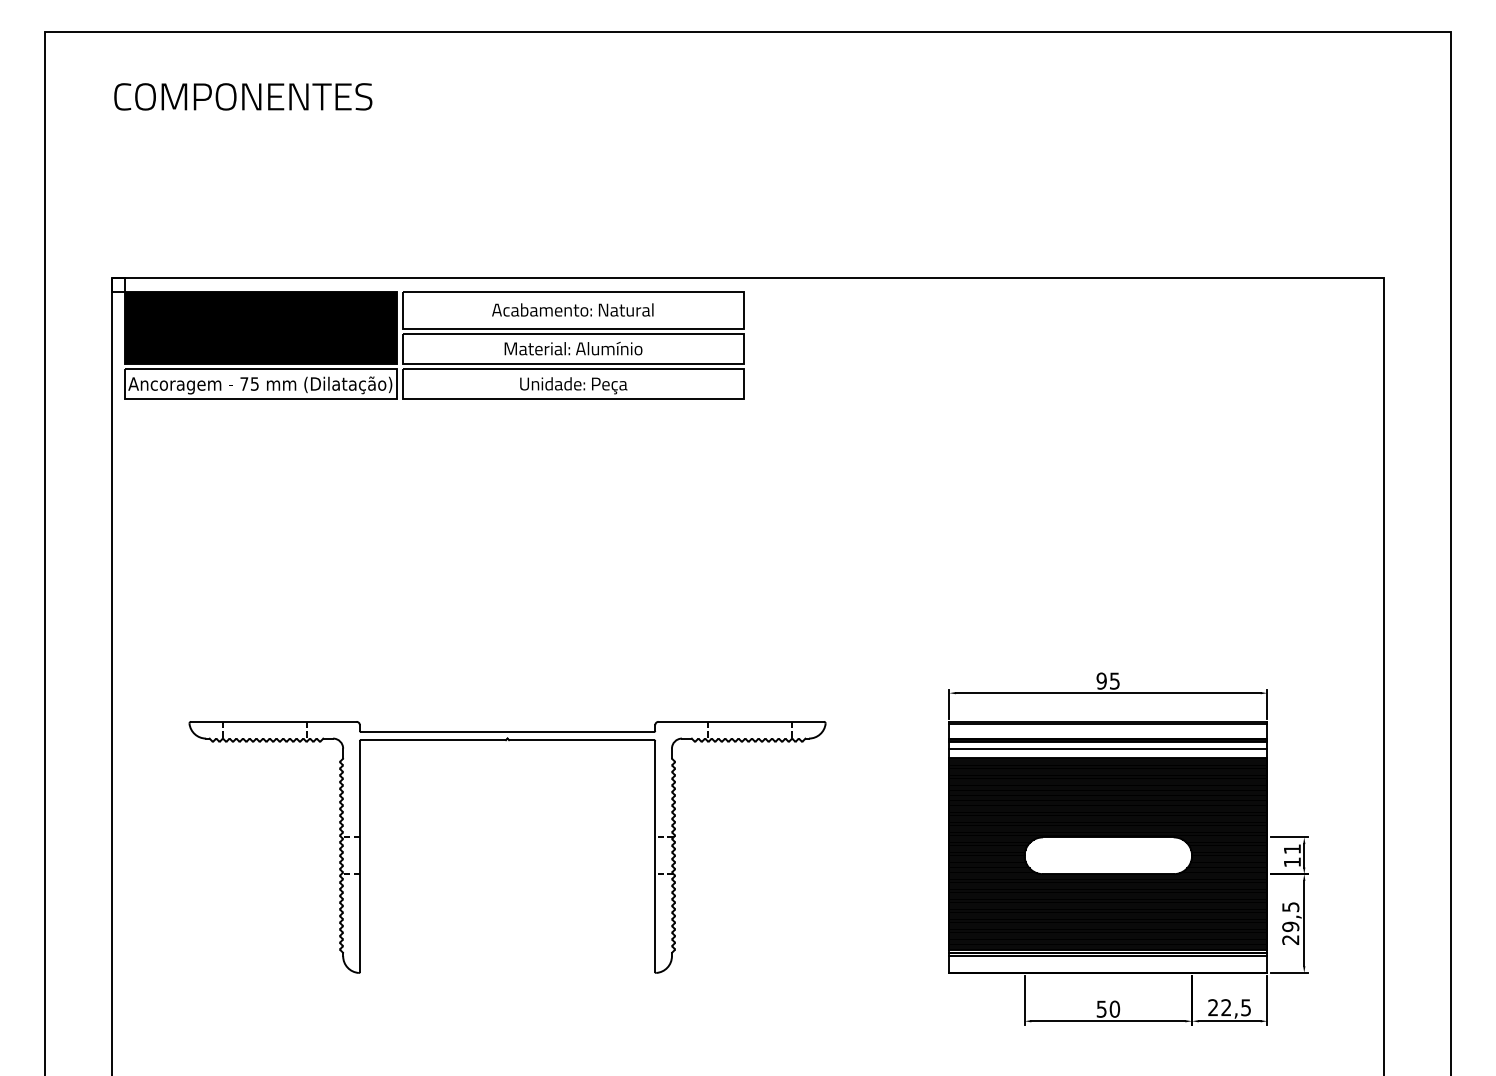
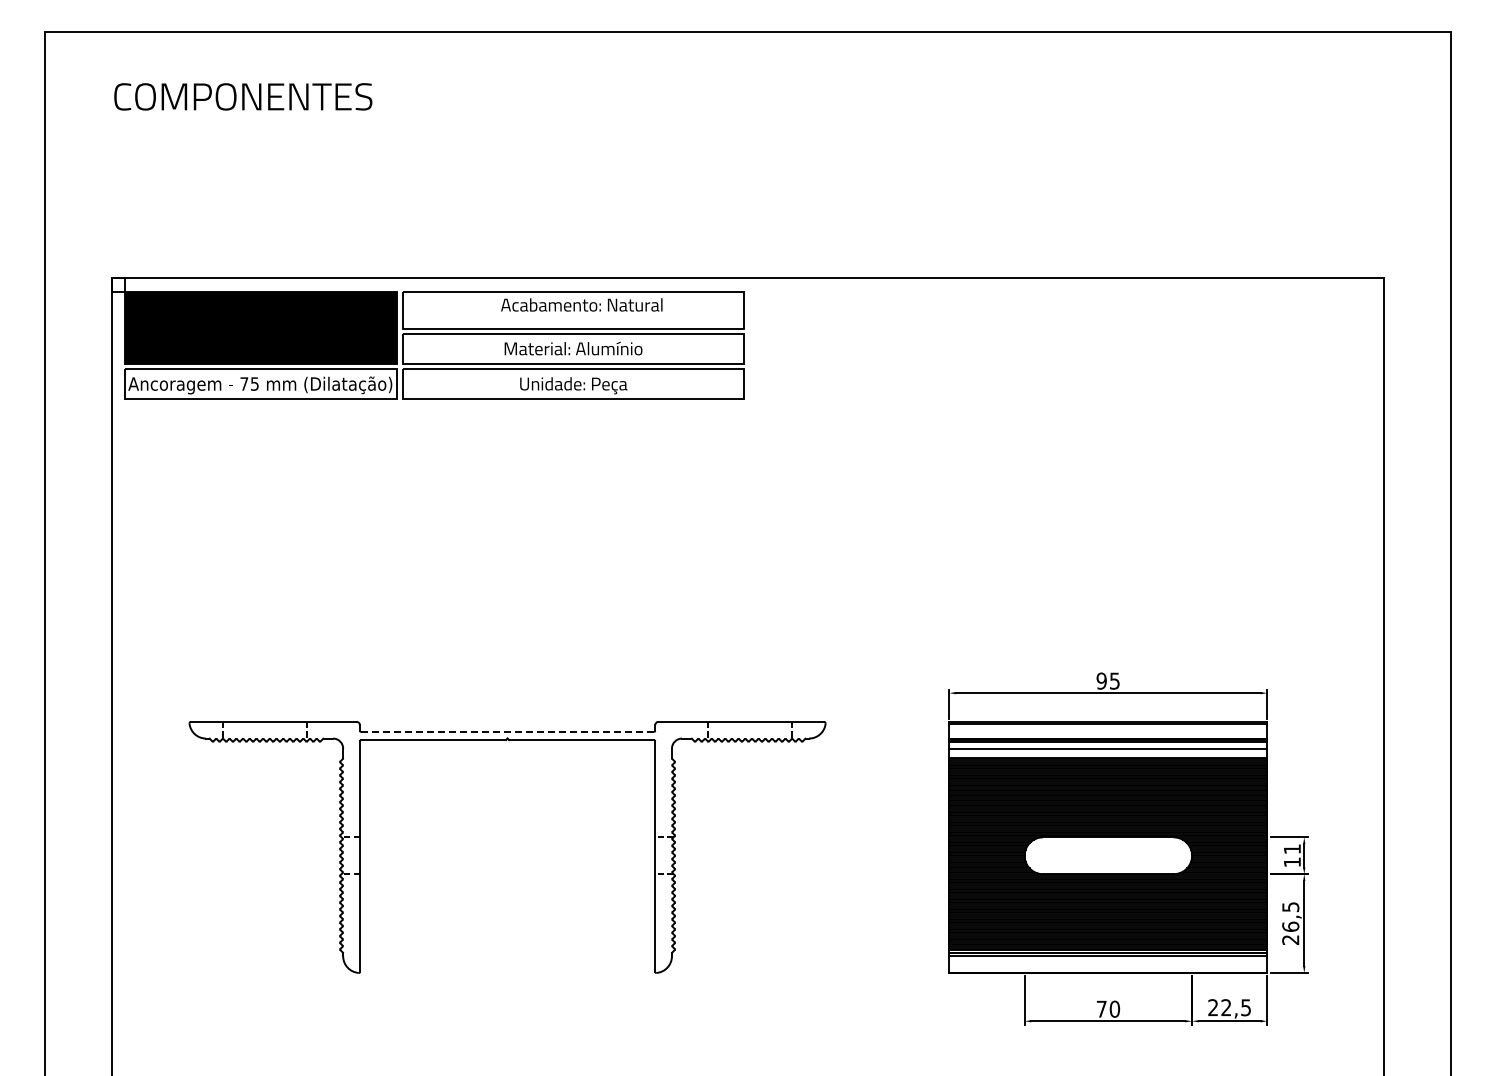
text at (572, 309) position: (572, 309) -> (581, 304)
line at (507, 731): solid -> dashed
text at (1290, 926): 29,5 -> 26,5
text at (1101, 1009): 50 -> 70
